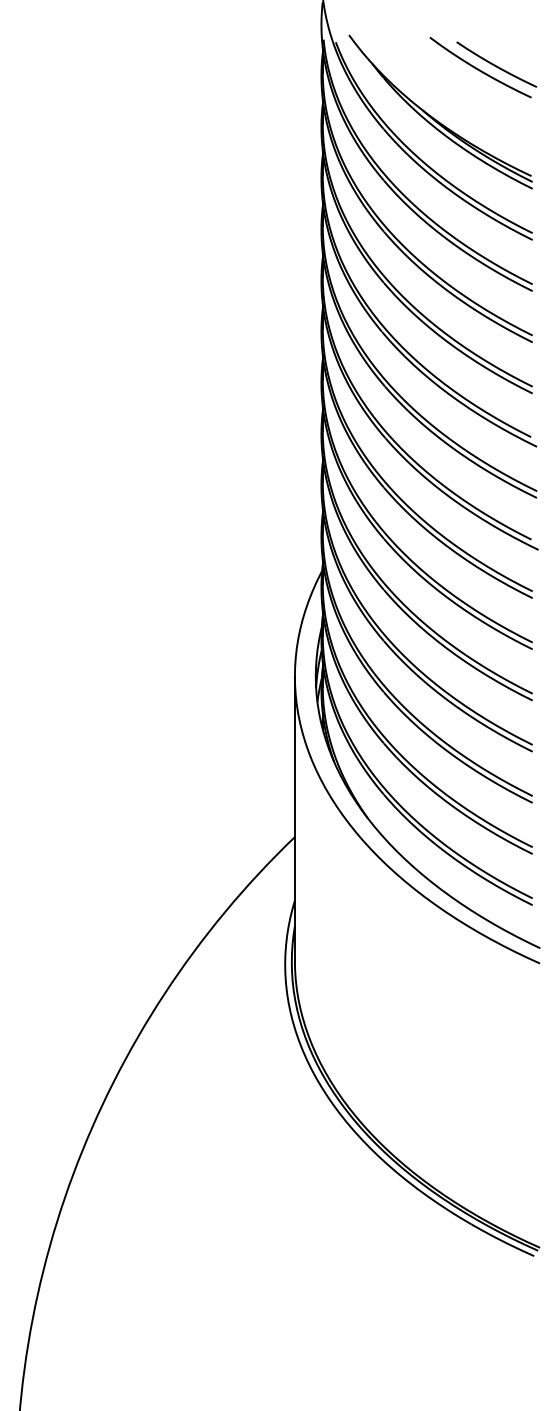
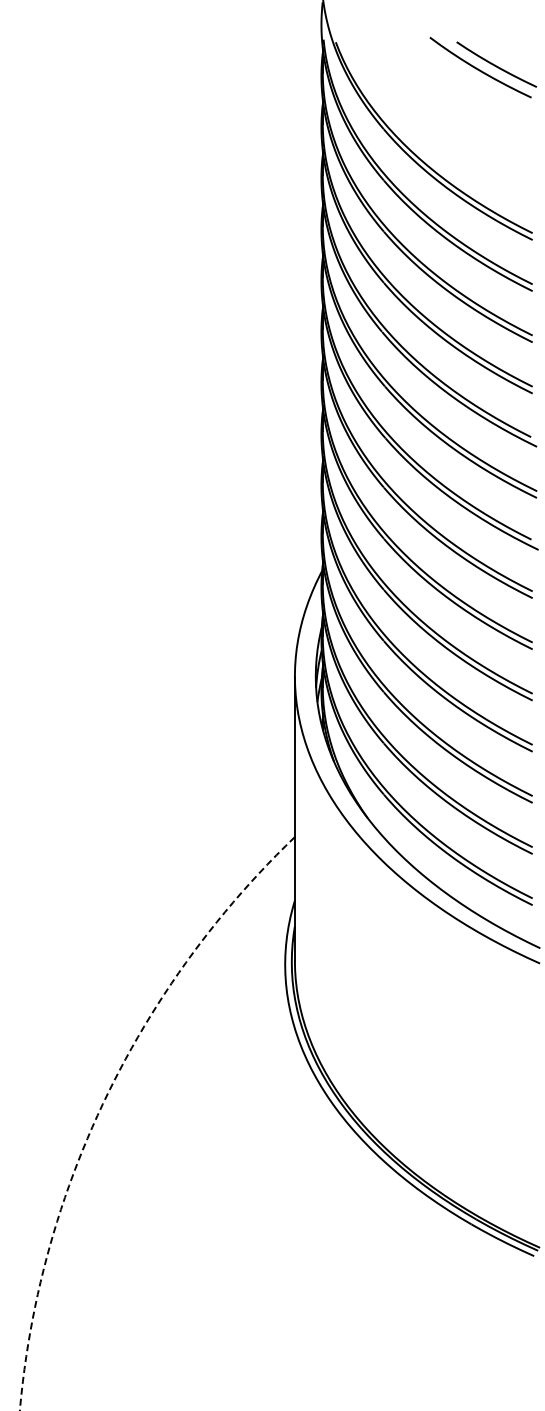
part at (435, 118): present -> none
arc at (104, 1100): solid -> dashed
